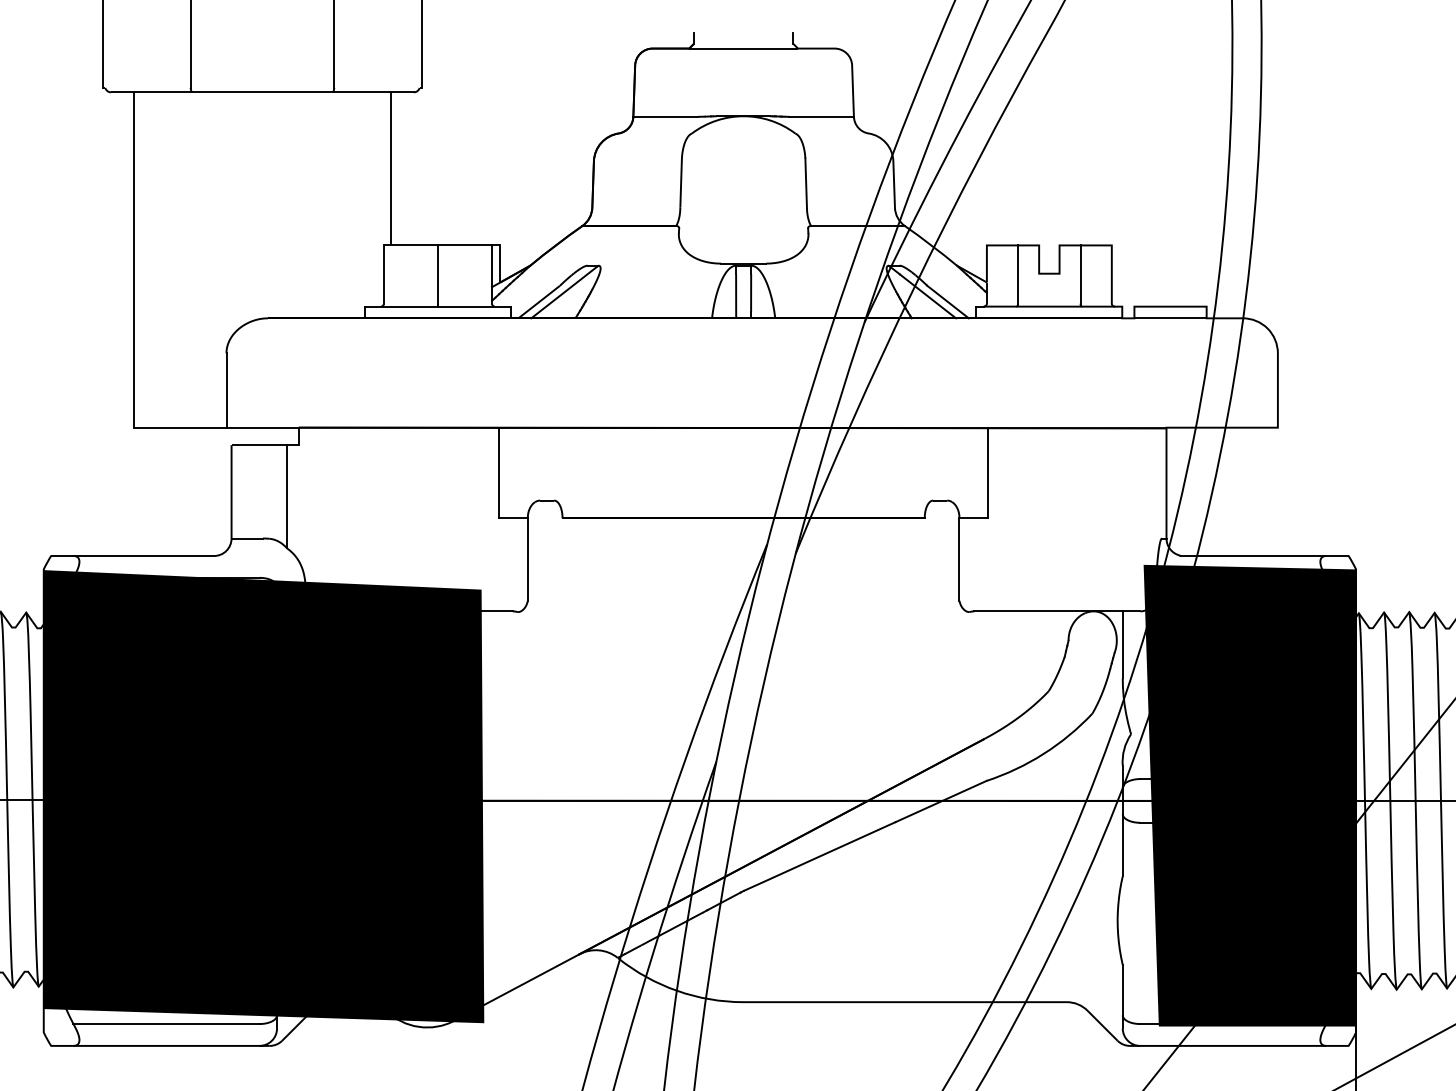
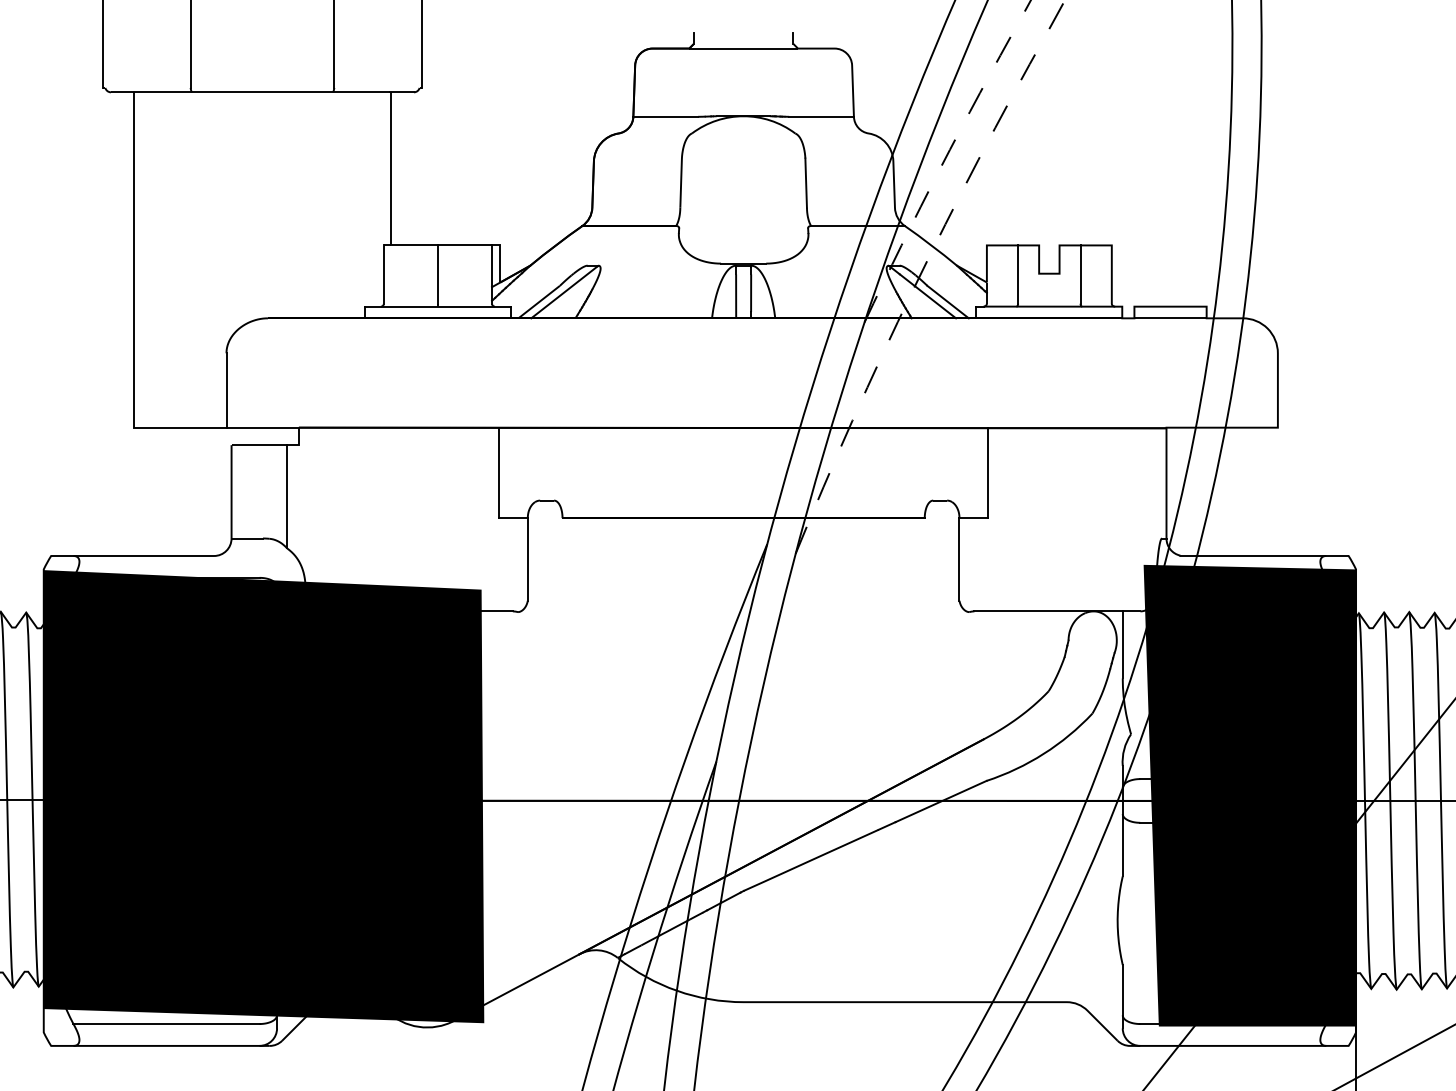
line at (944, 159): solid -> dashed
line at (921, 272): solid -> dashed
